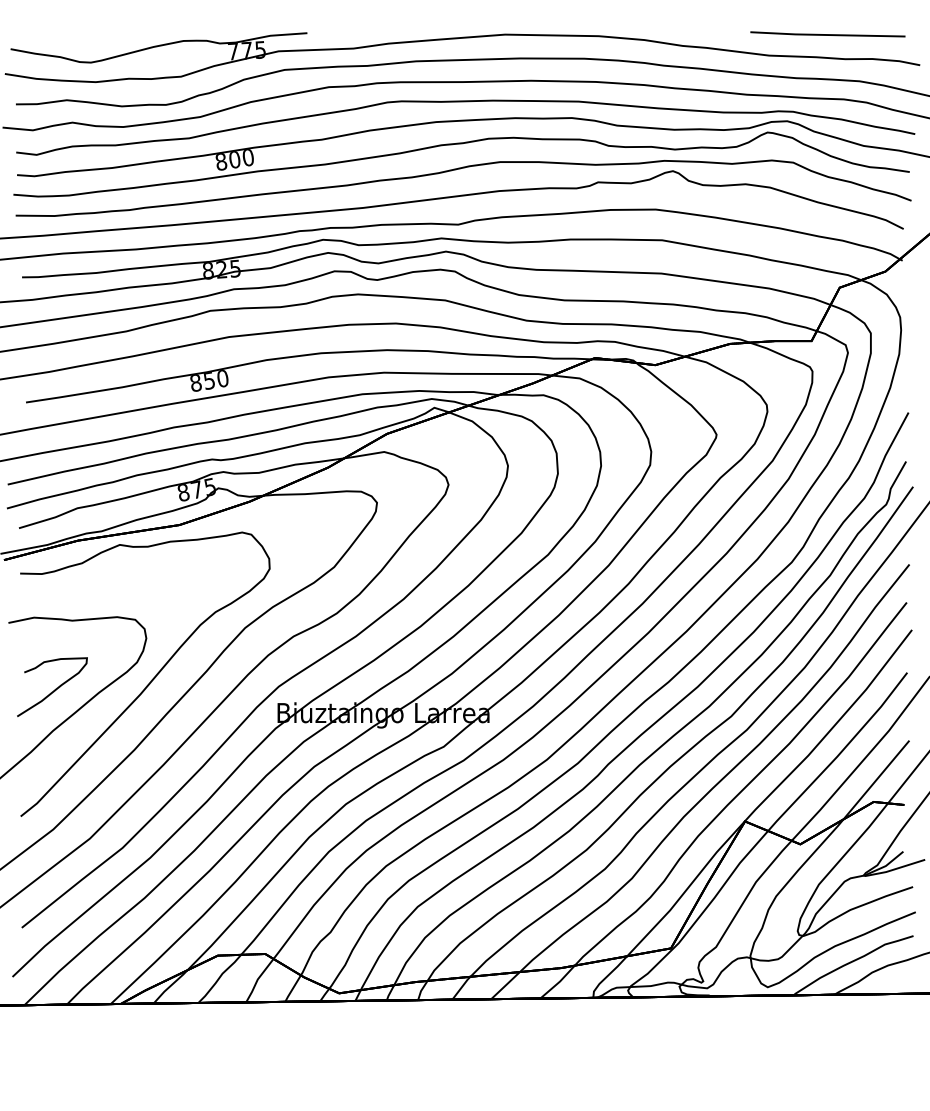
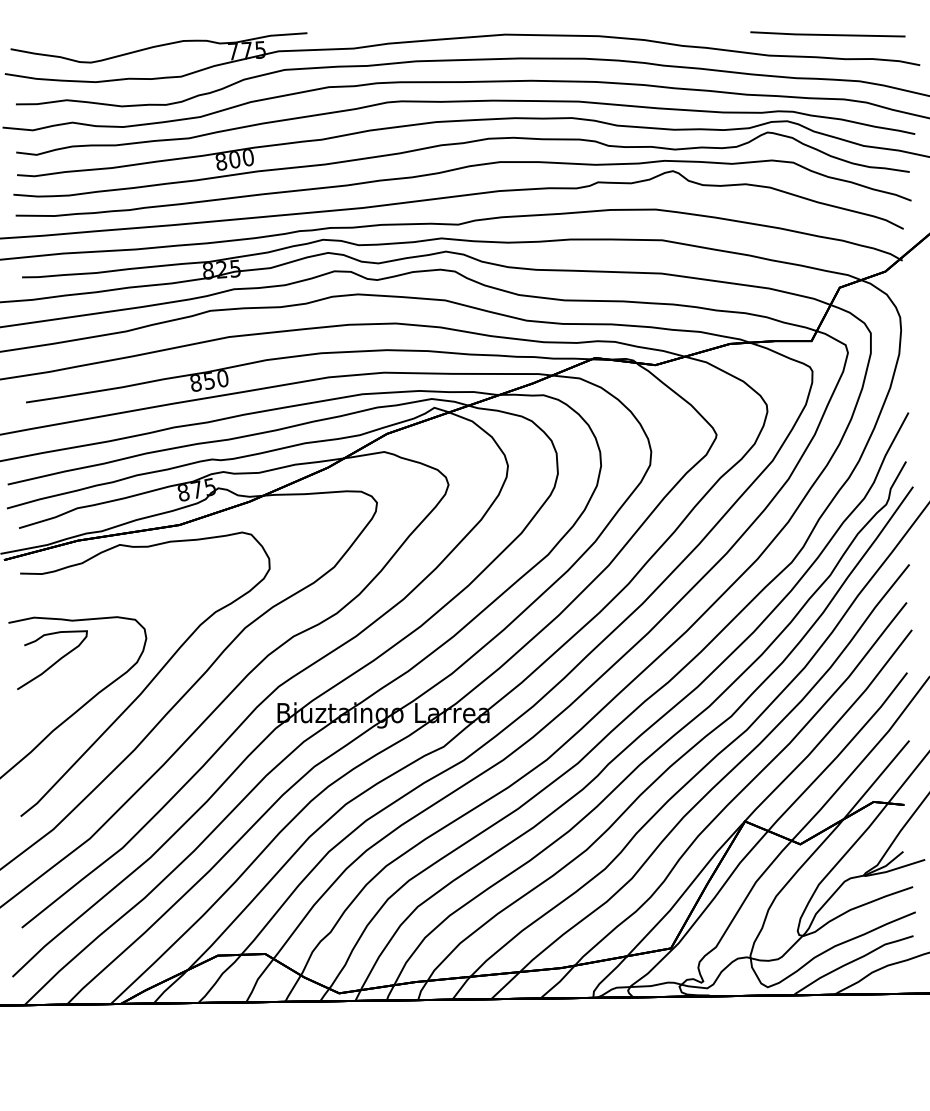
curve at (55, 688) position: (55, 688) -> (55, 661)
